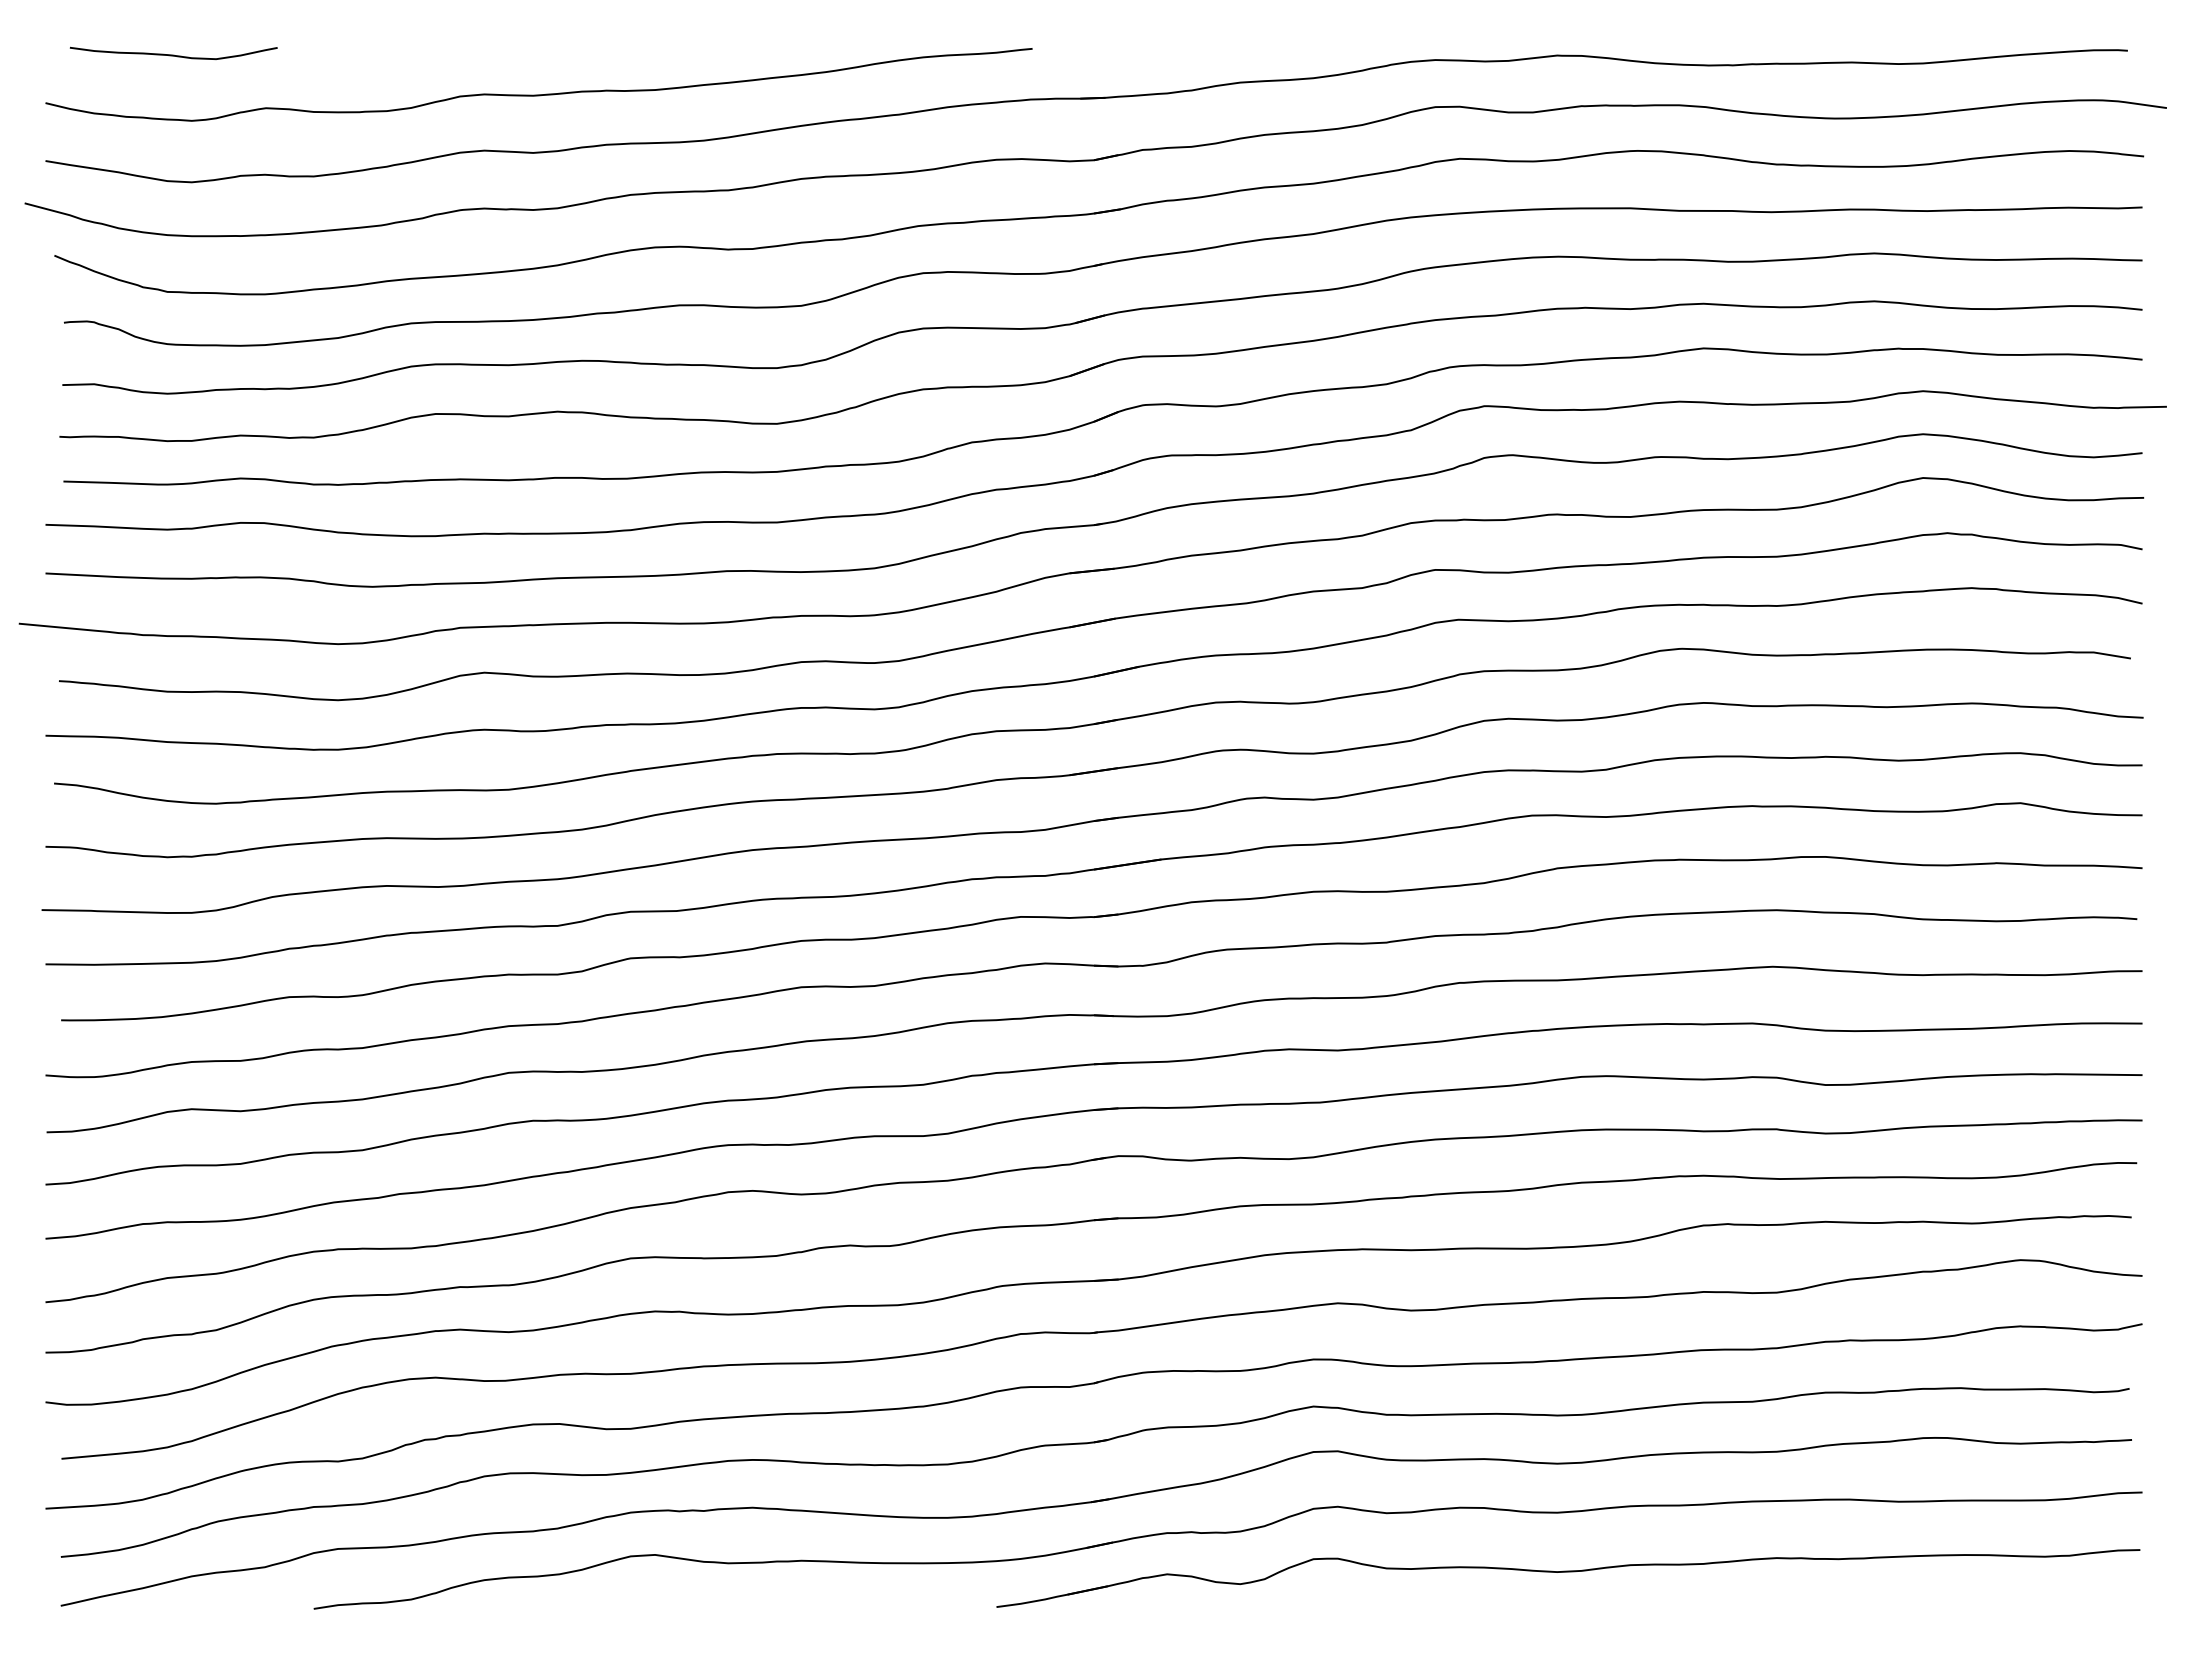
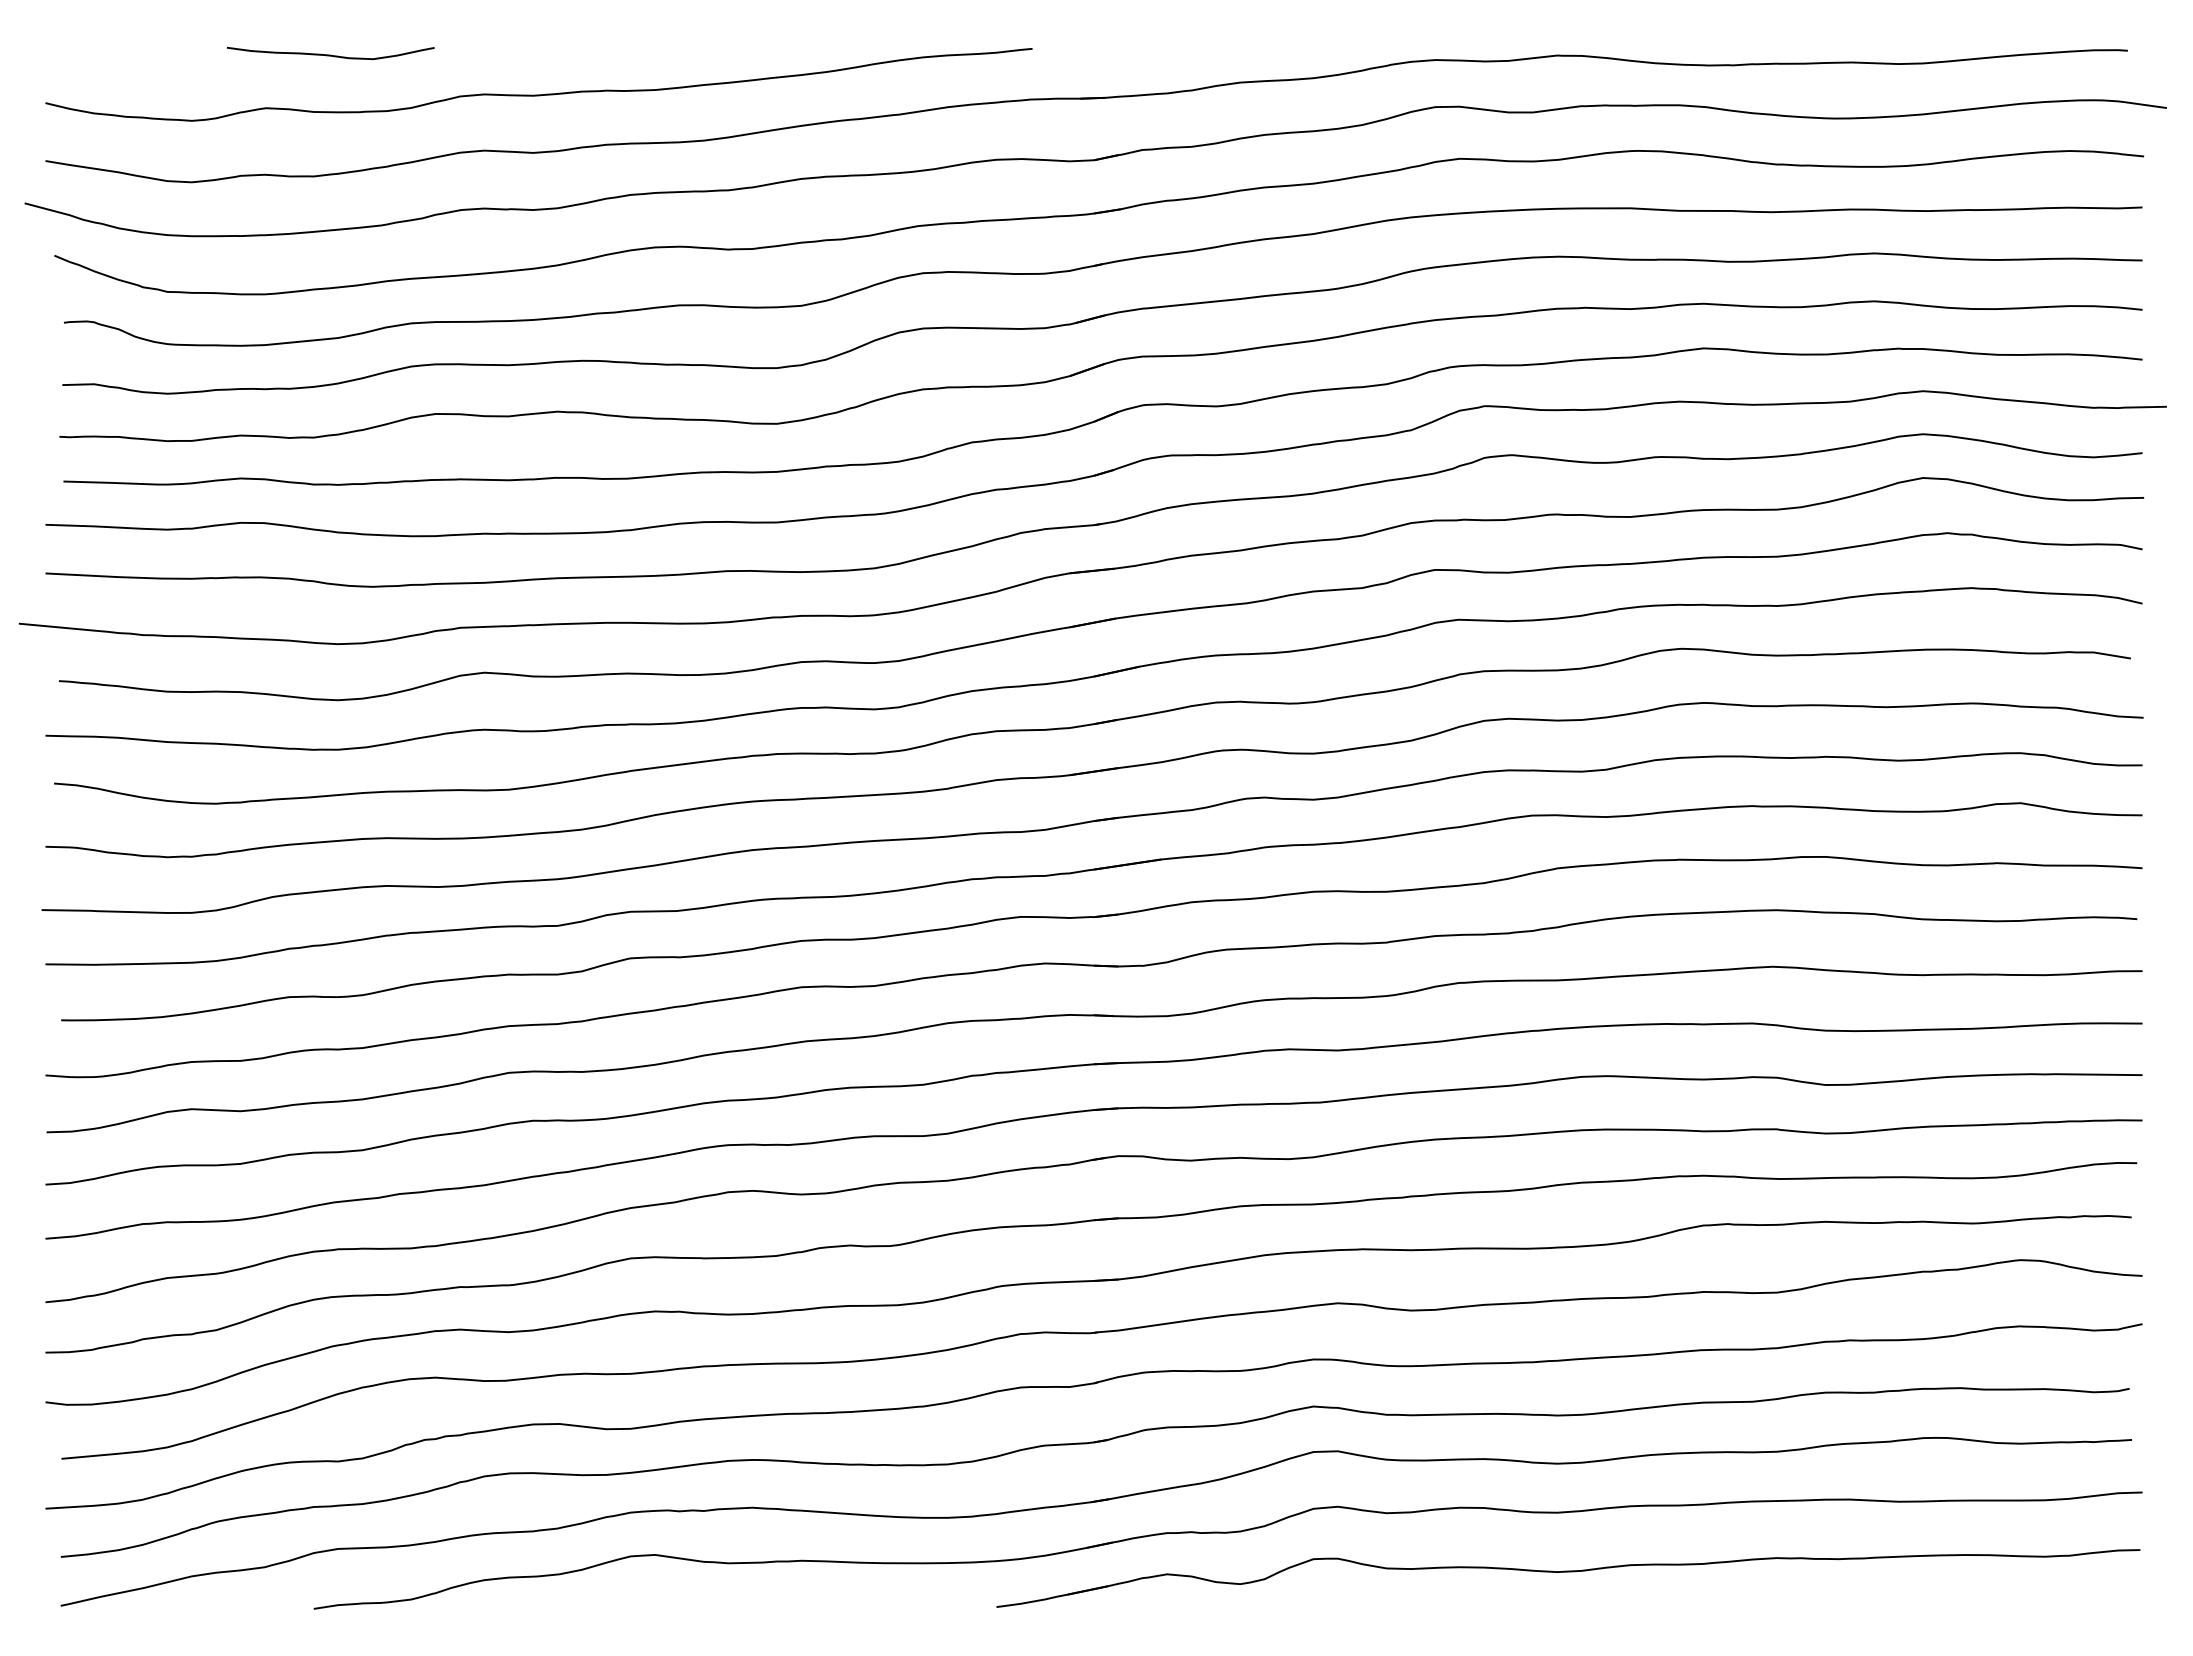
curve at (173, 54) position: (173, 54) -> (330, 54)
